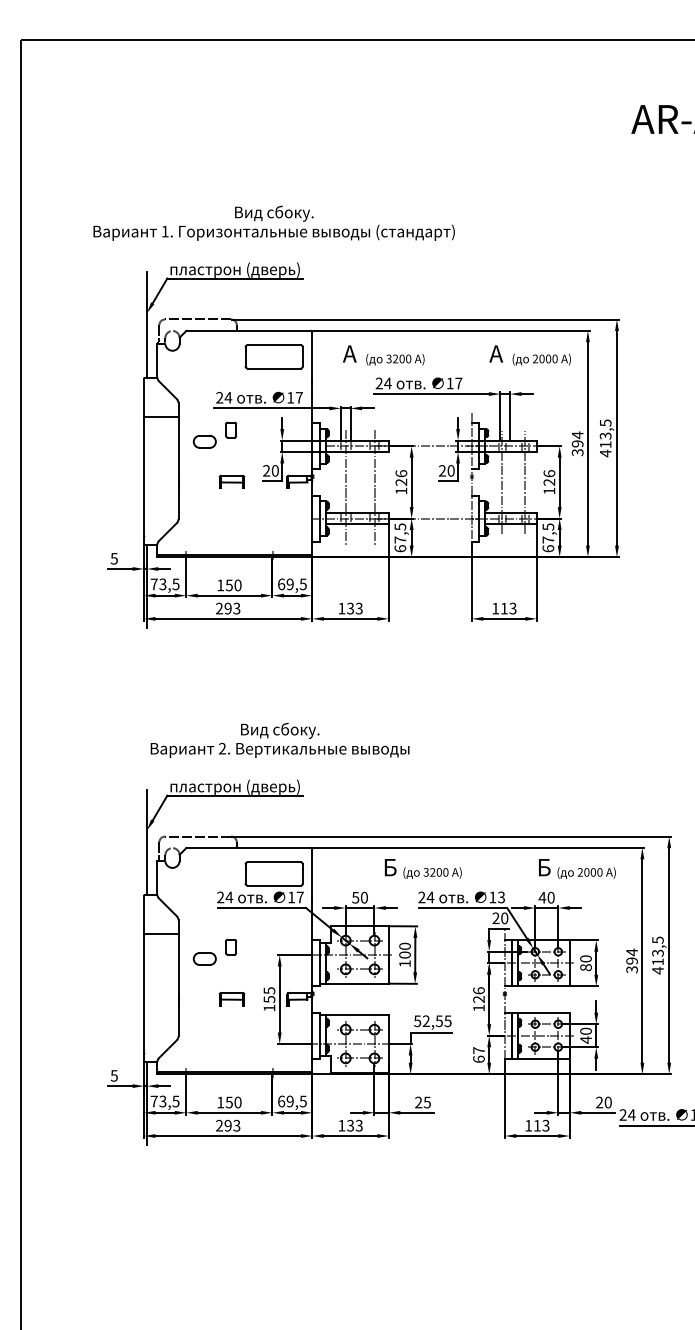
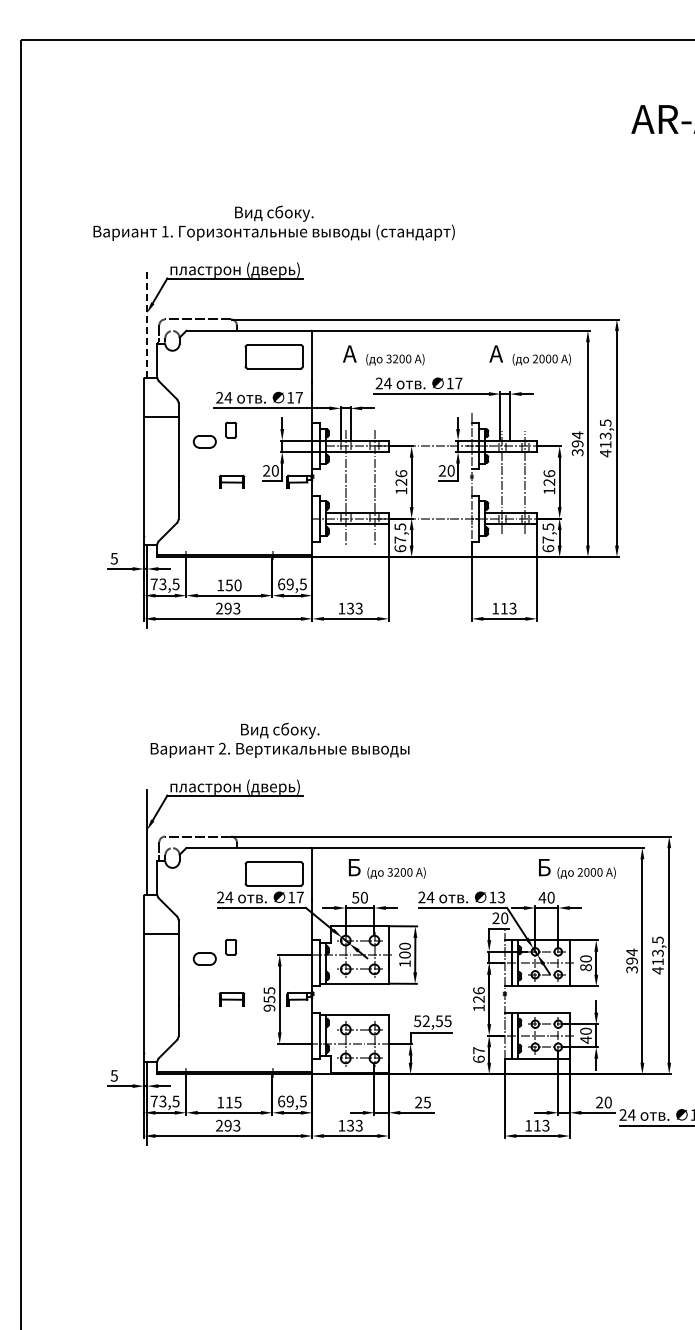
line at (146, 325): solid -> dashed
text at (422, 868) position: (422, 868) -> (386, 868)
text at (269, 1007): 155 -> 955
text at (233, 1102): 150 -> 115
